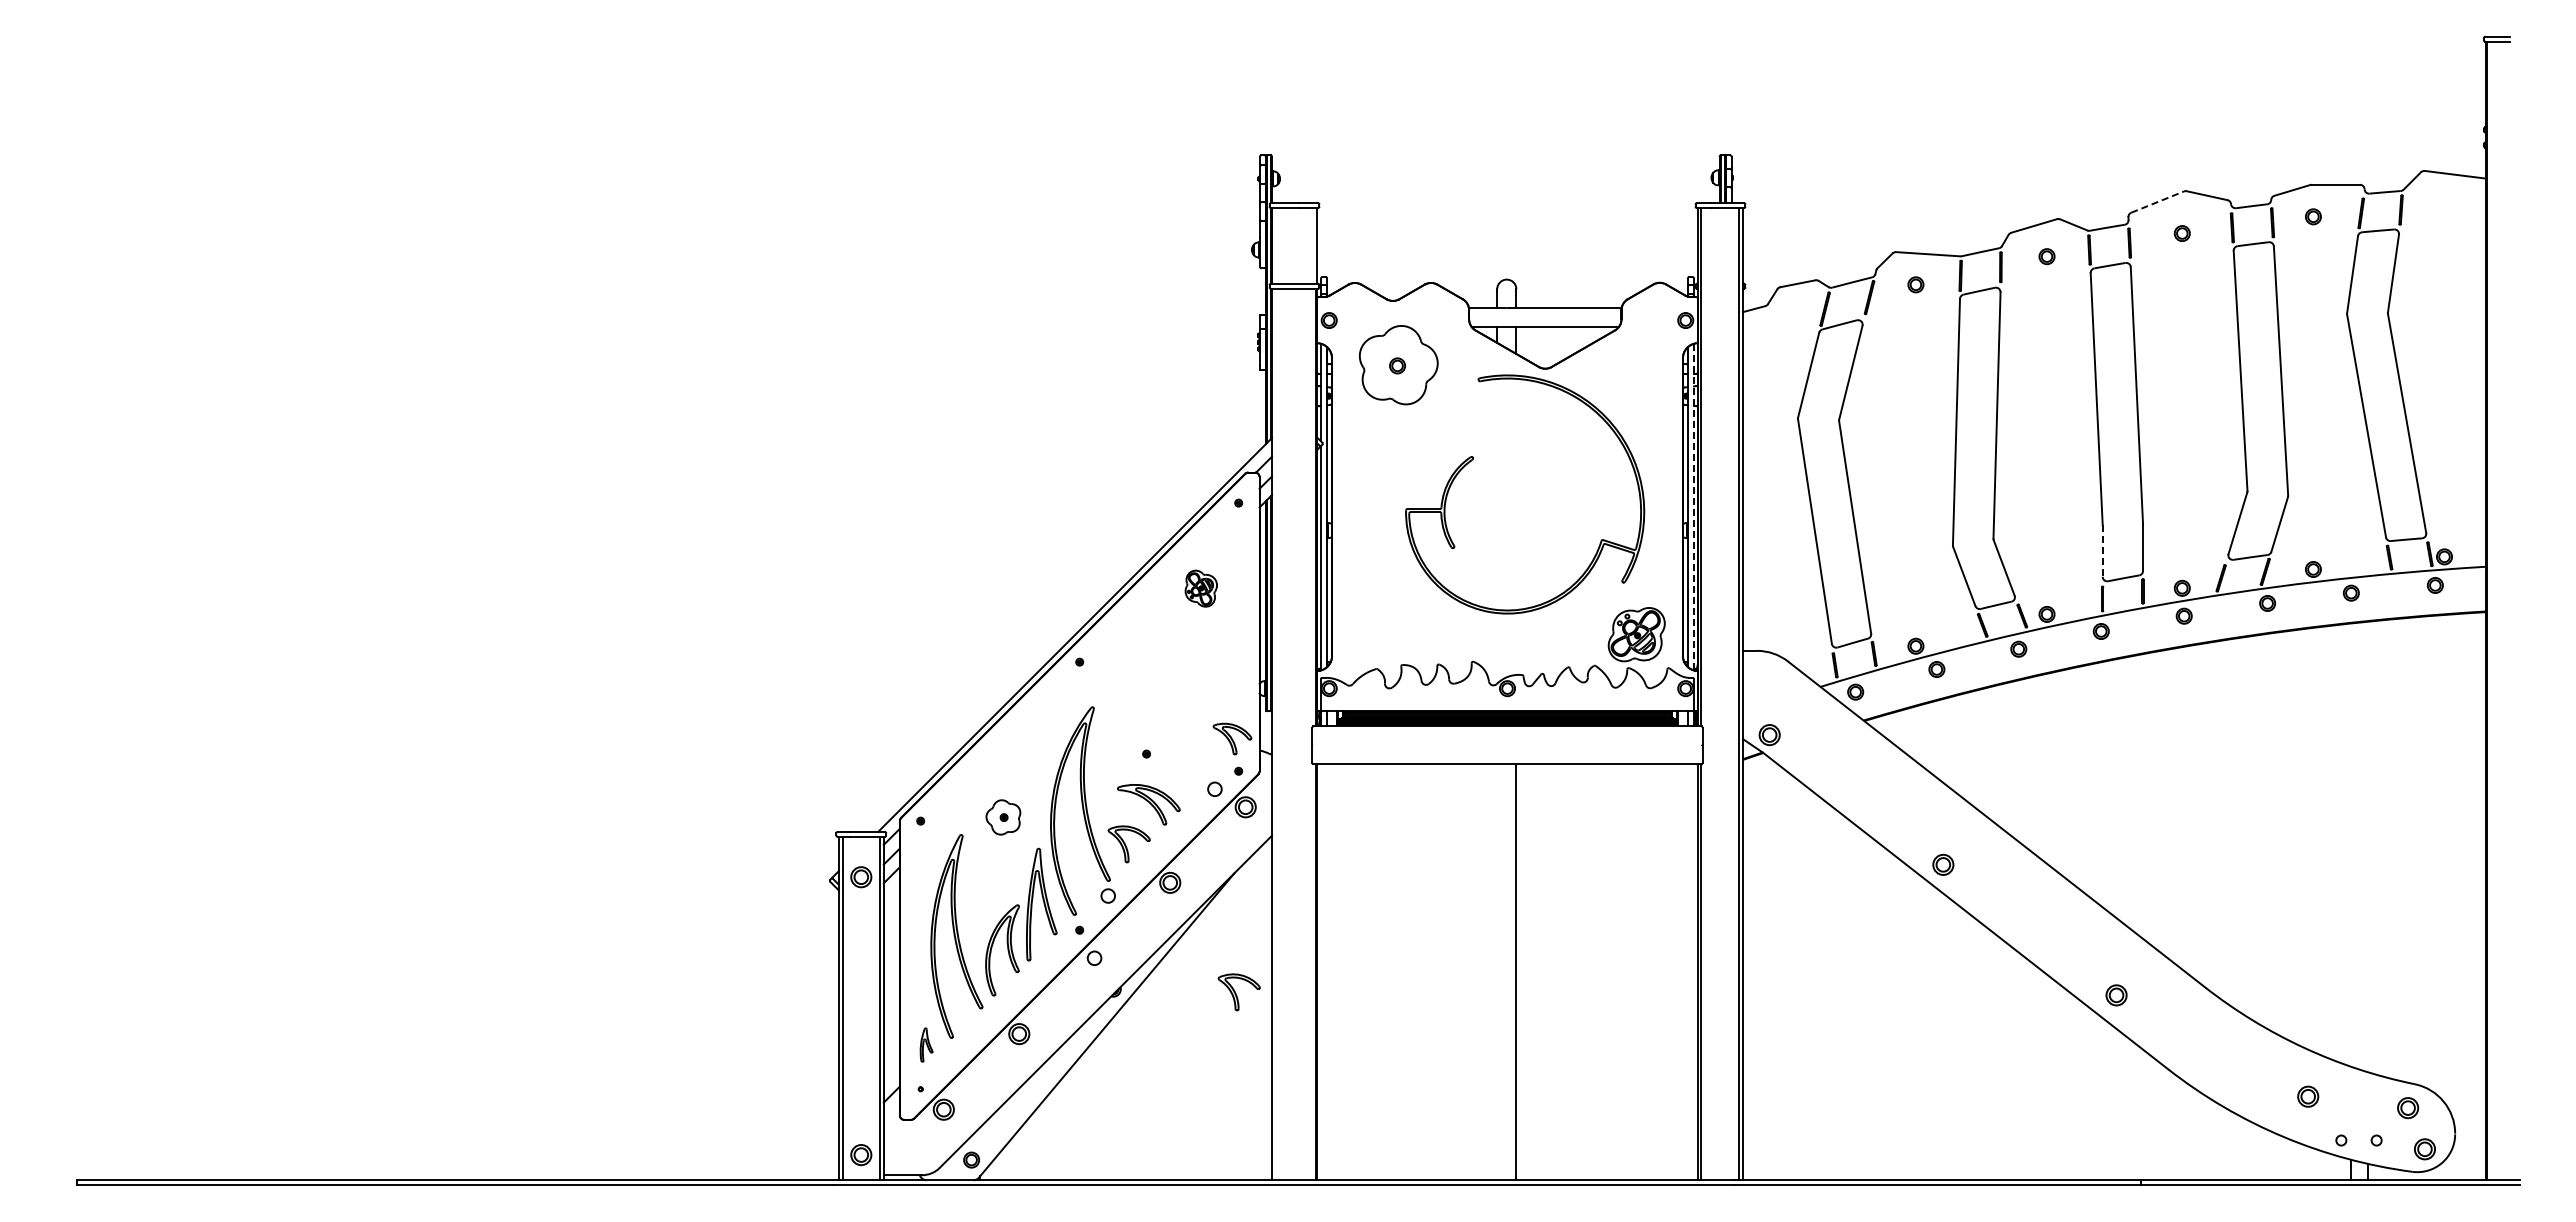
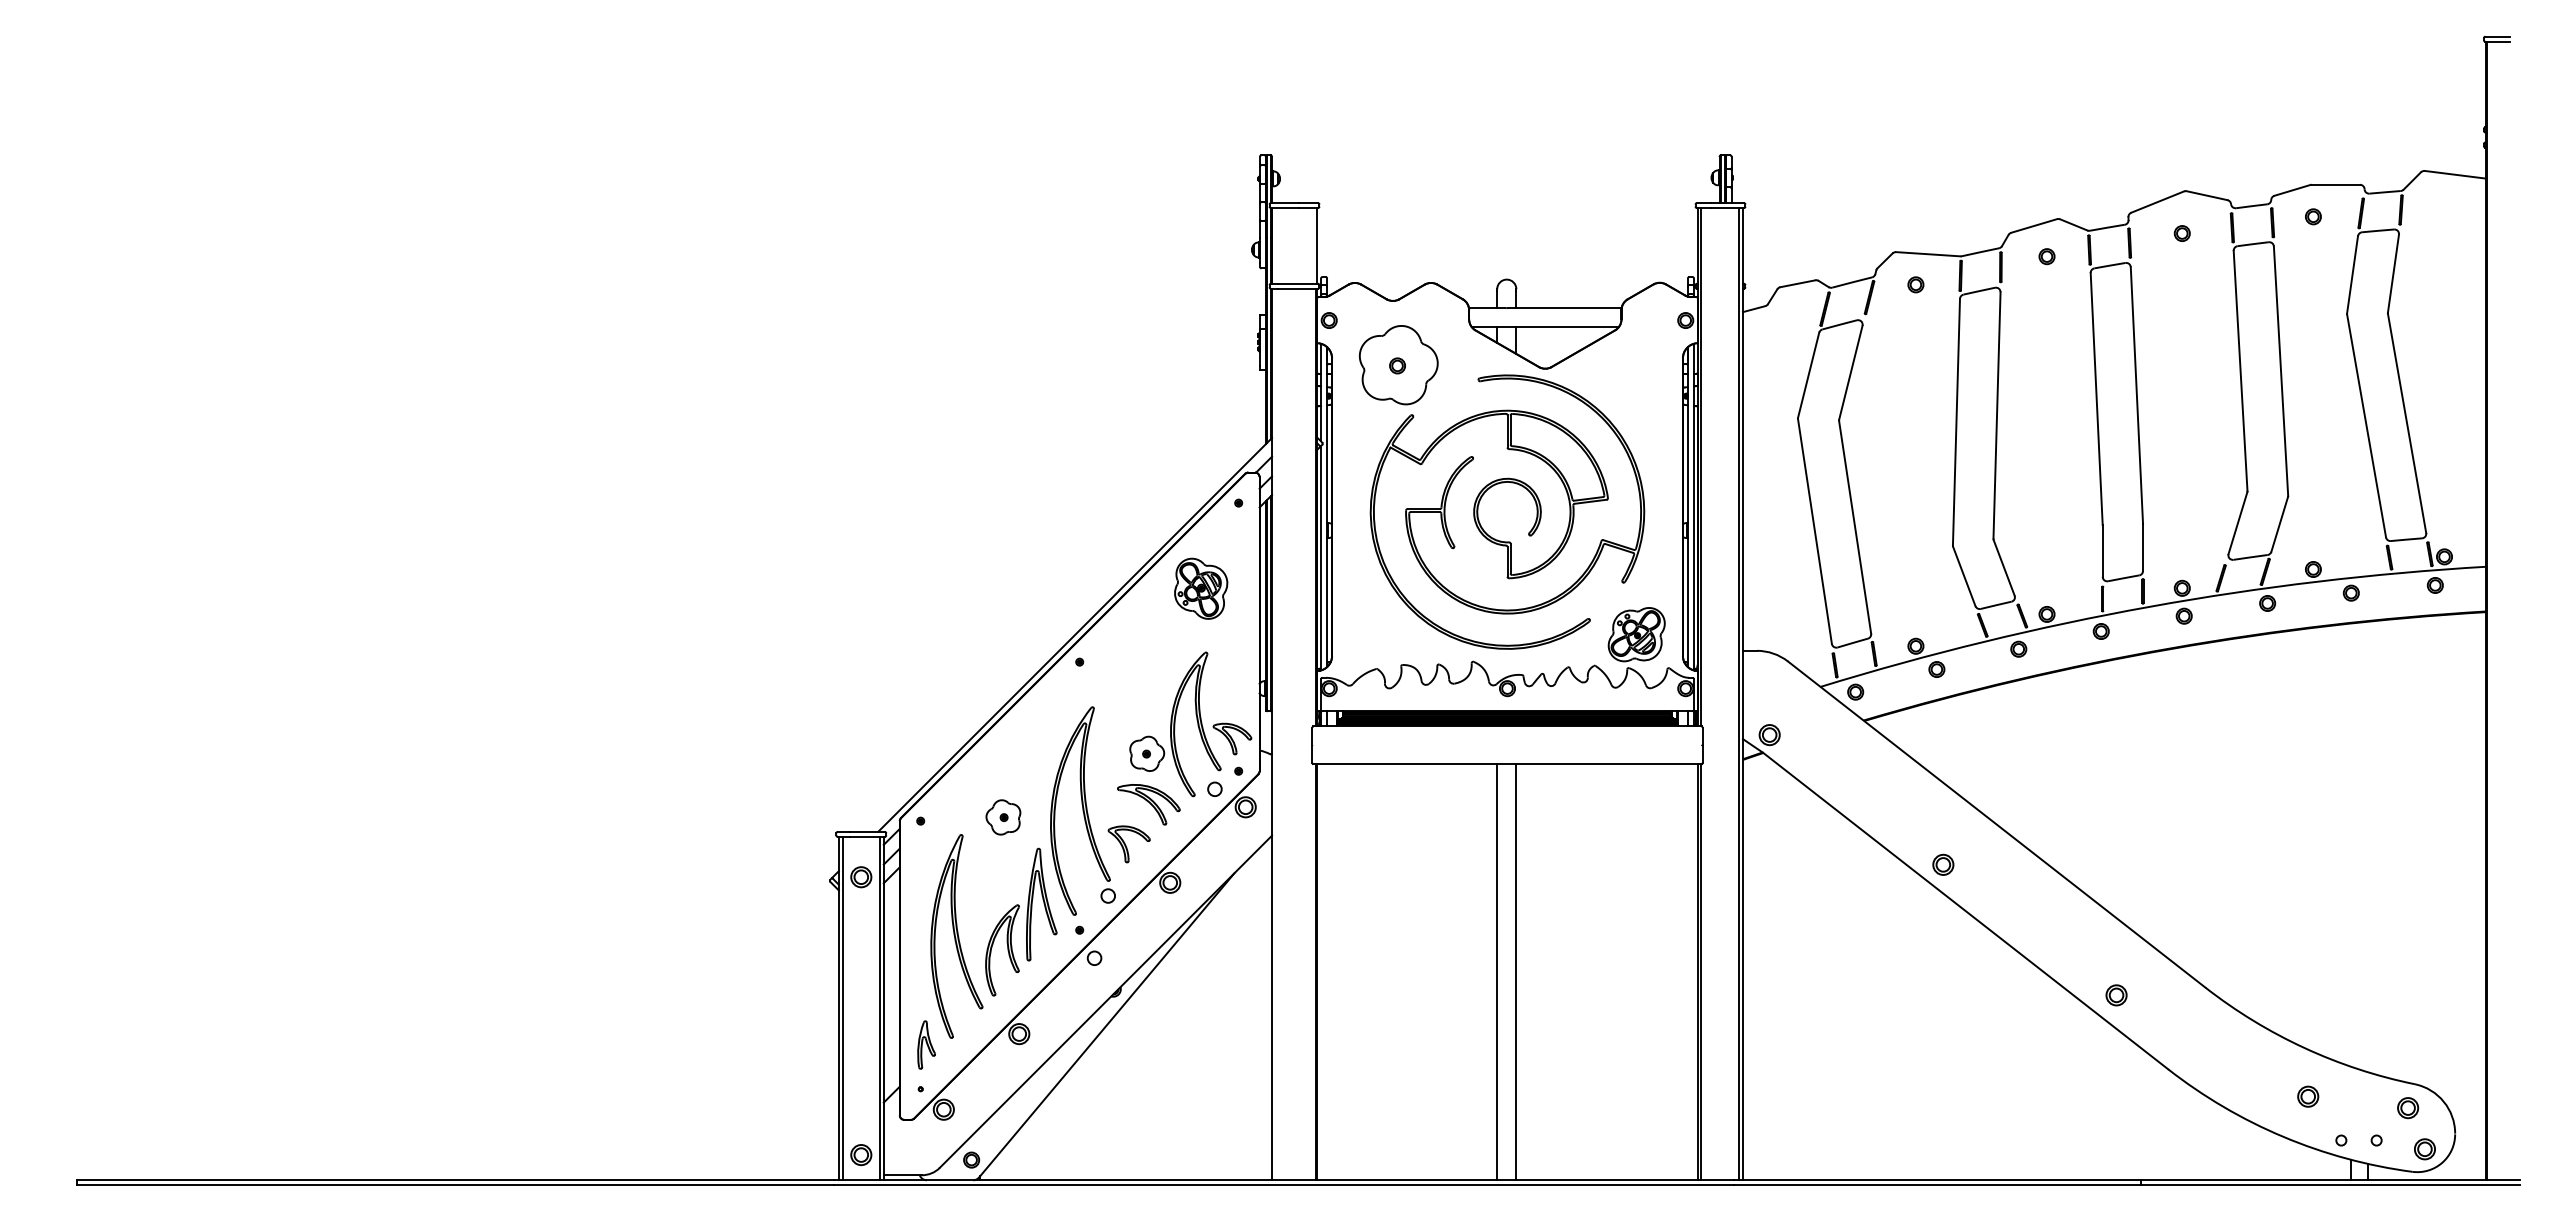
line at (2158, 201): dashed -> solid
line at (1693, 506): dashed -> solid
part at (1488, 529): none -> present
line at (2102, 551): dashed -> solid
part at (1200, 588) size: 34x39 px -> 55x63 px
part at (1175, 724): none -> present
line at (1497, 972): none -> present
part at (1238, 992): present -> none
part at (926, 1044) size: 15x36 px -> 19x50 px
